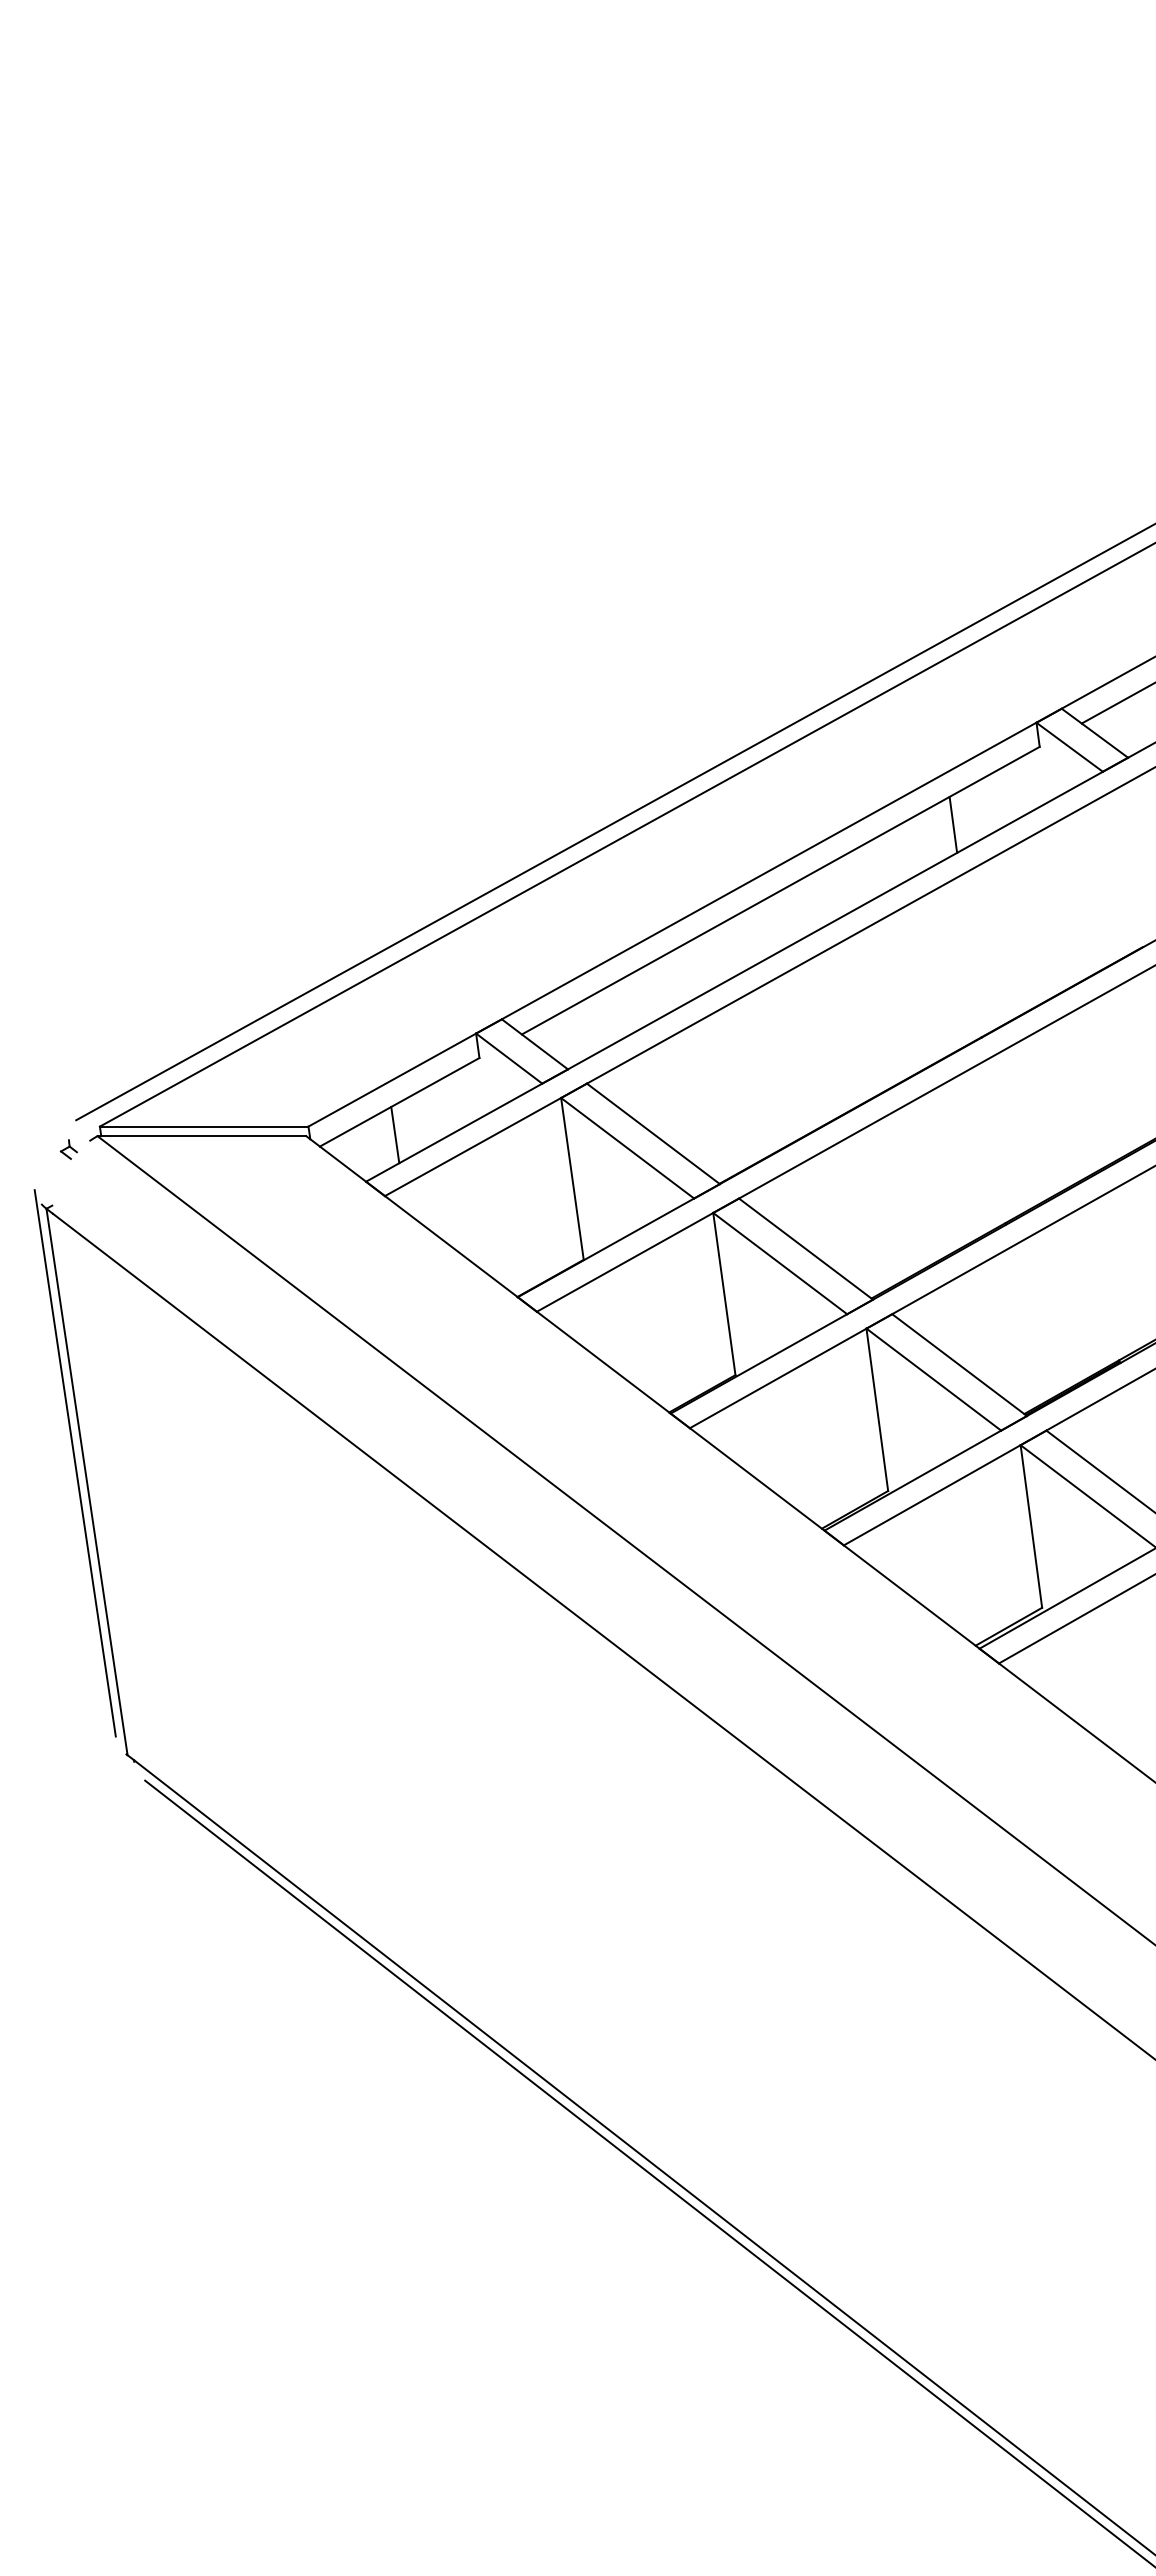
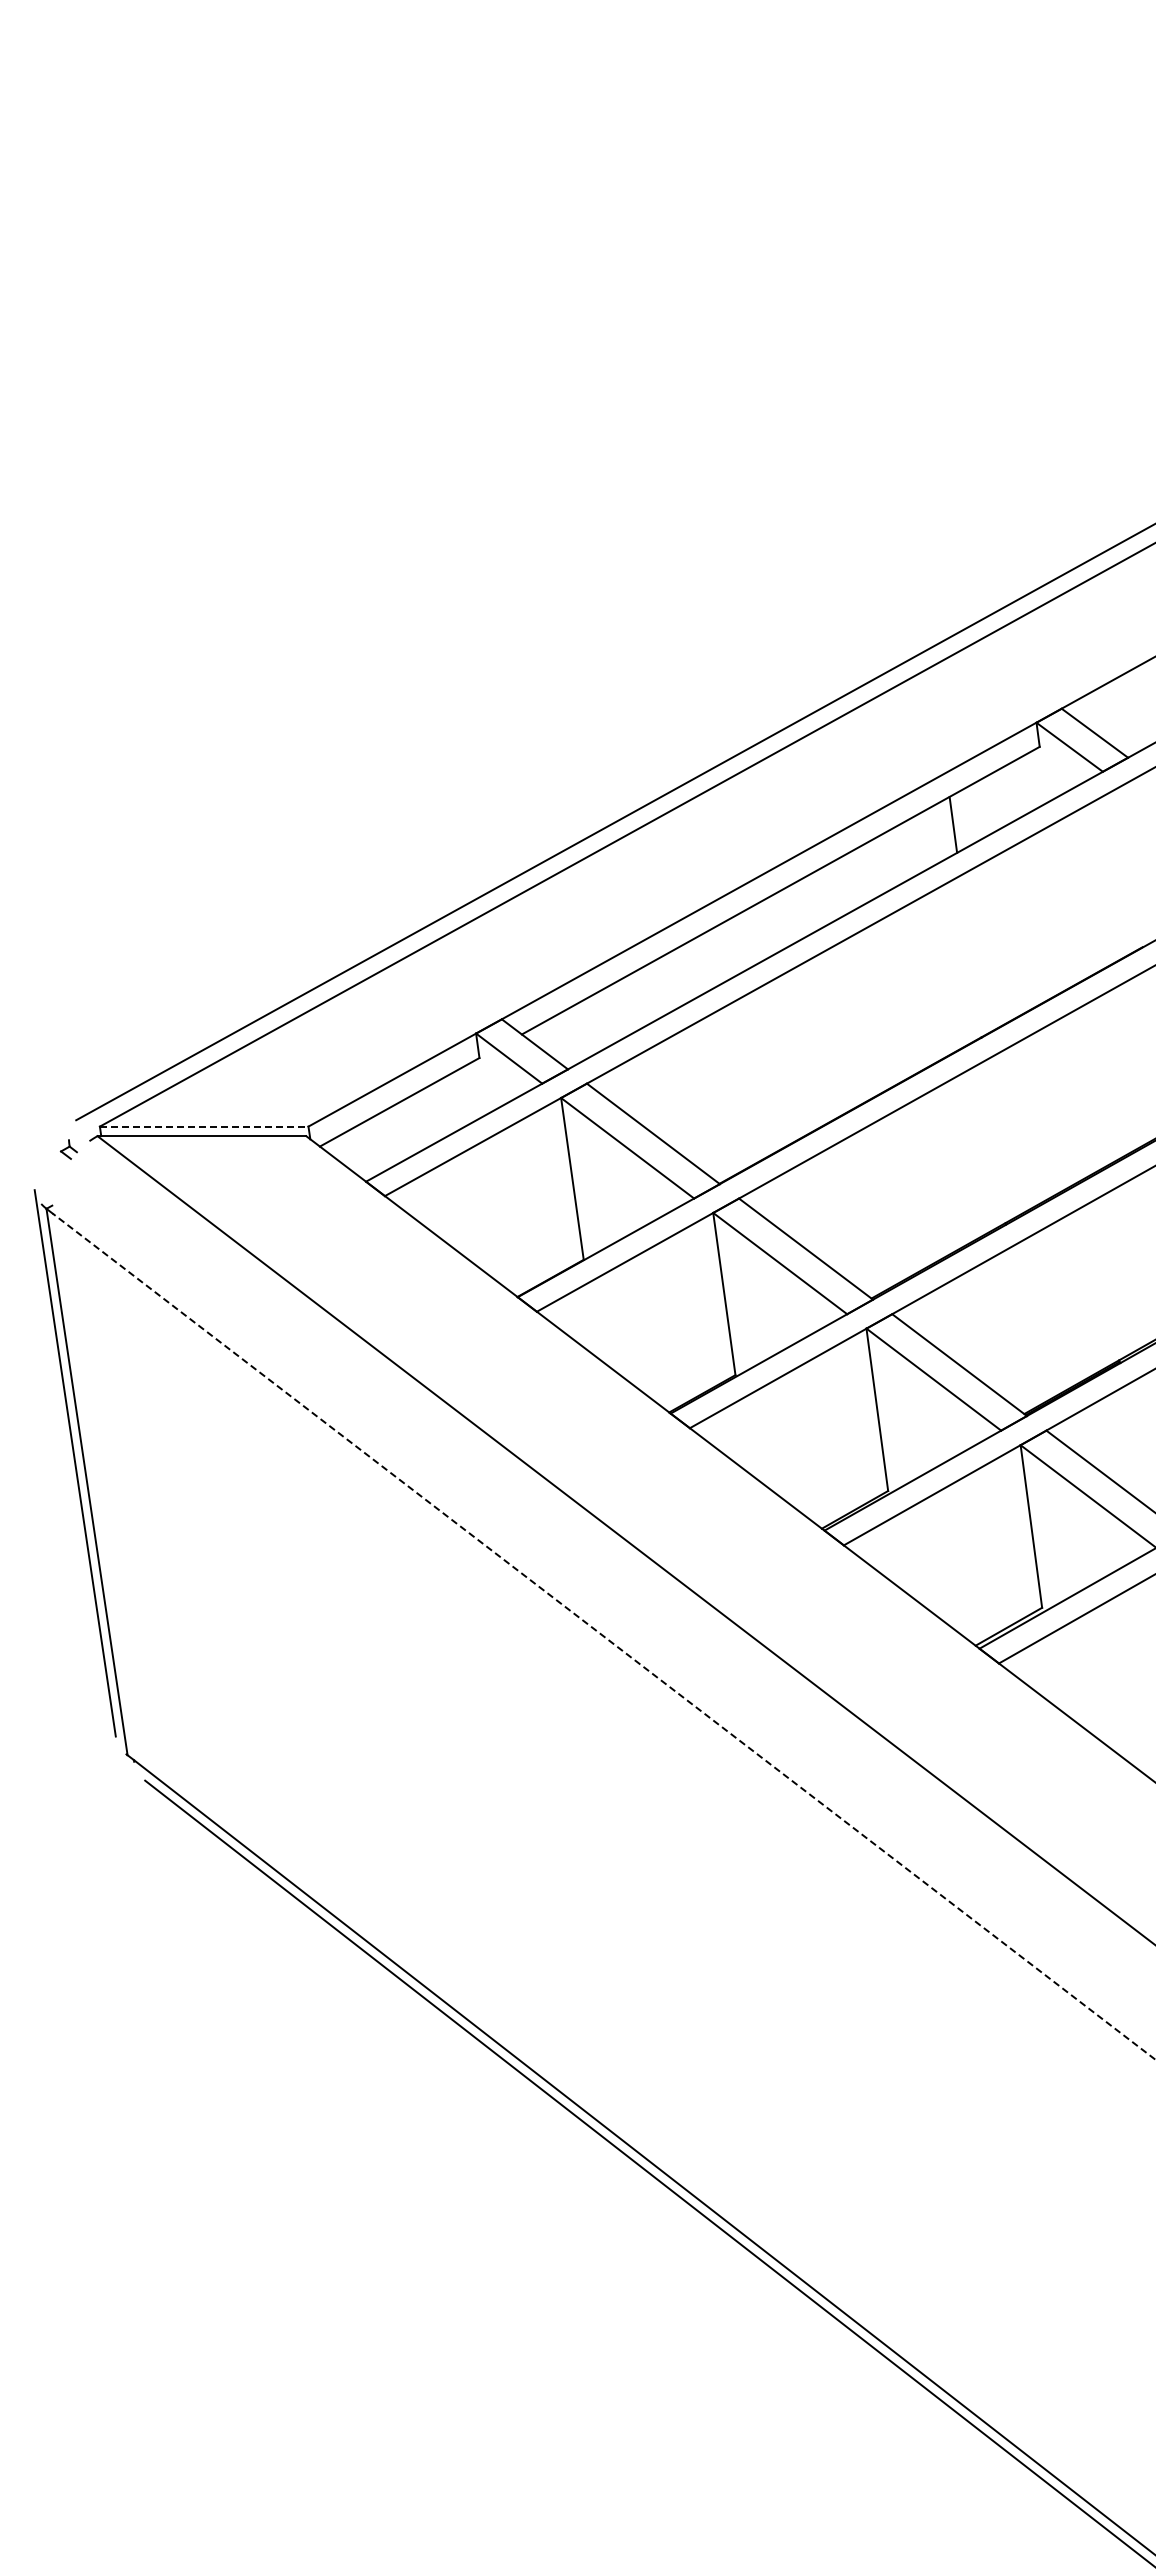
line at (1116, 703): present -> none
line at (204, 1126): solid -> dashed
line at (395, 1134): present -> none
line at (604, 1636): solid -> dashed
